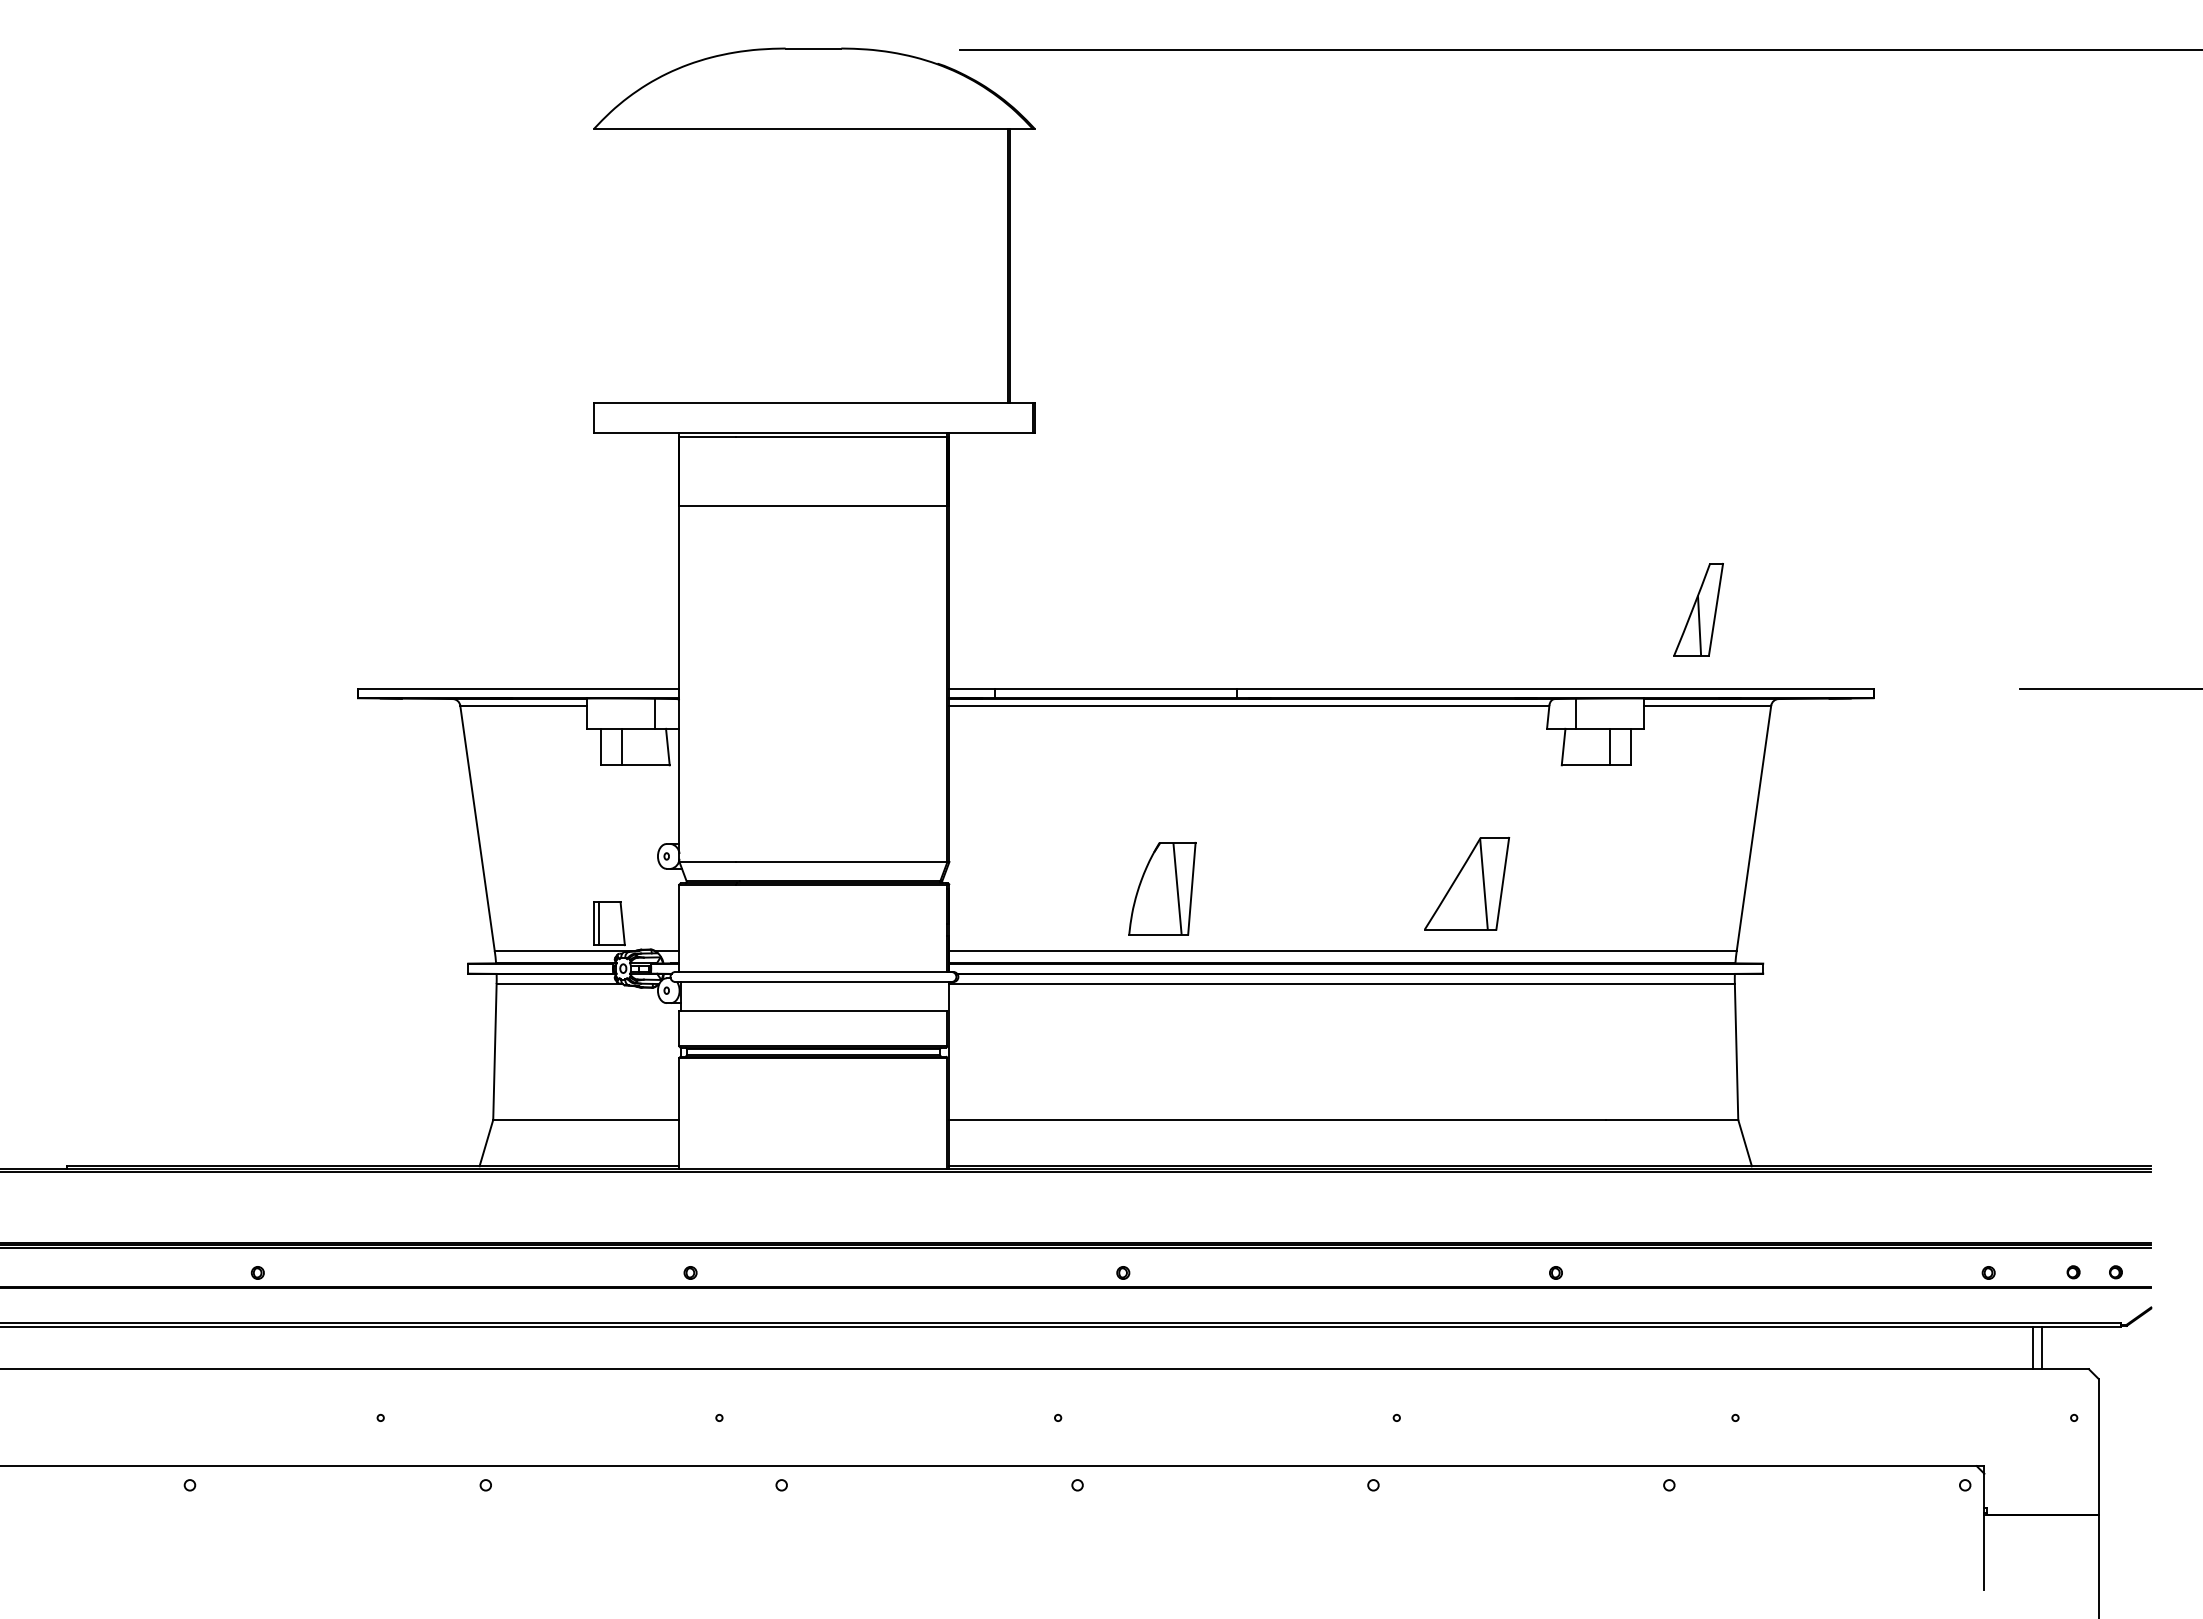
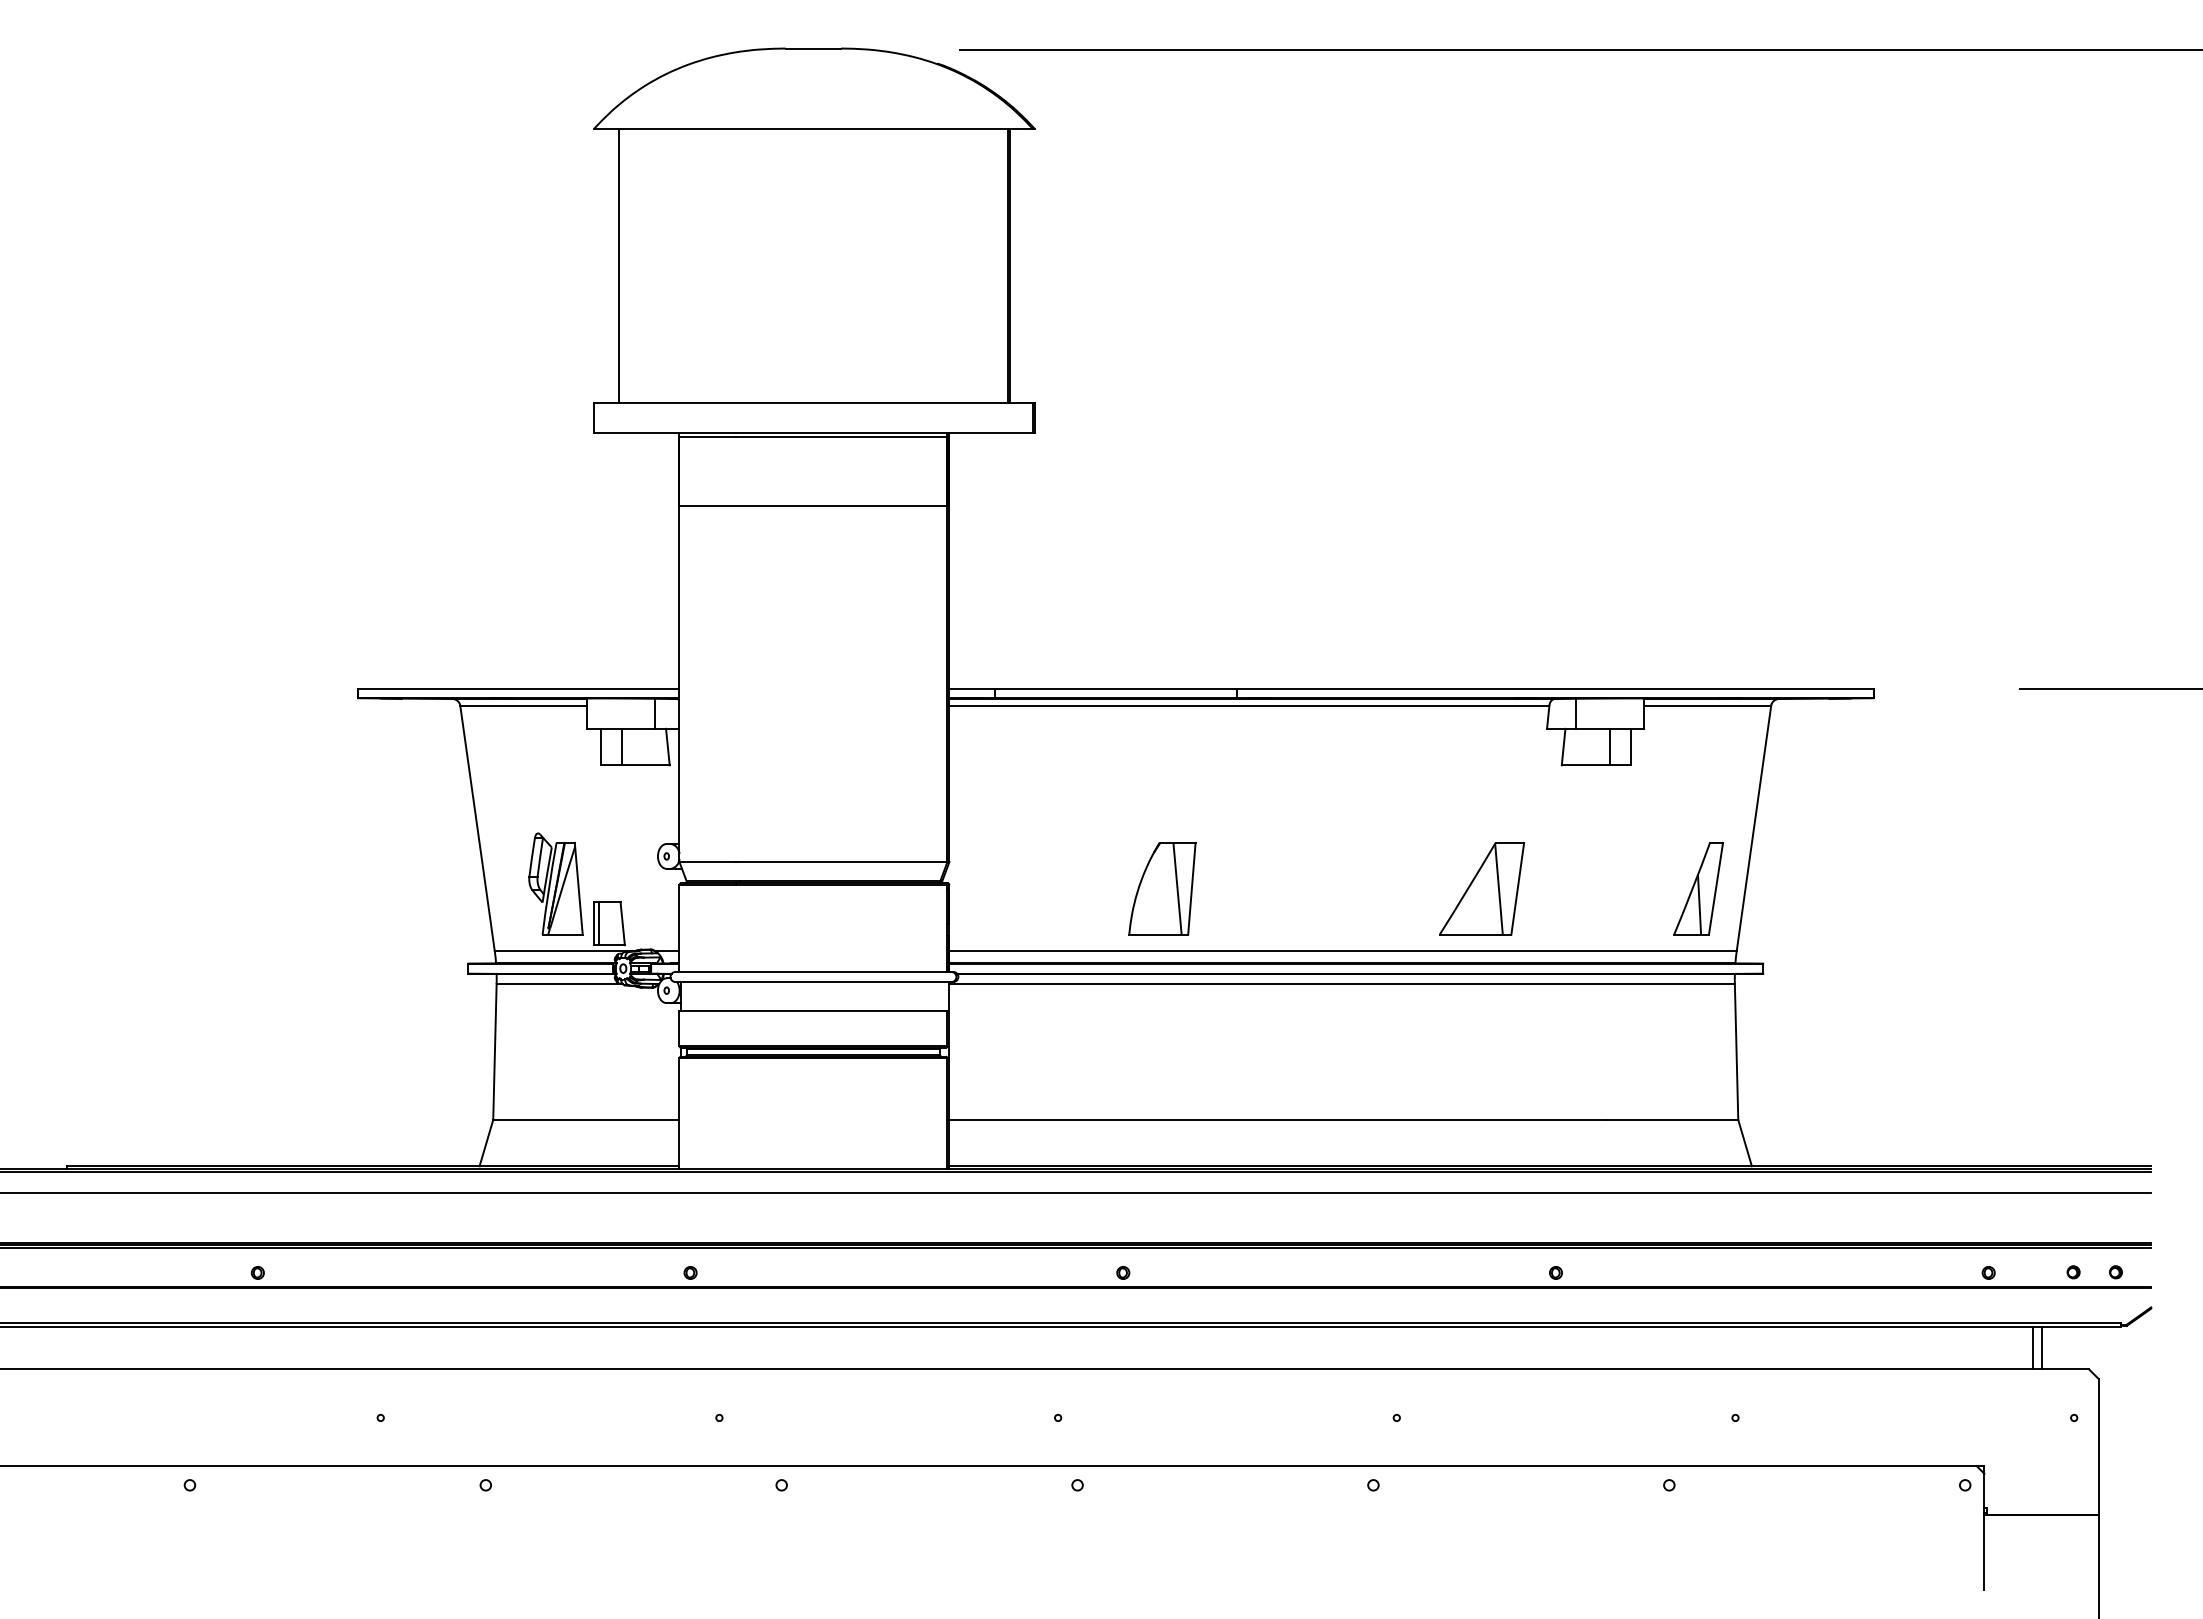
line at (618, 265): none -> present
part at (1698, 609) position: (1698, 609) -> (1698, 888)
part at (555, 883): none -> present
part at (1467, 883) position: (1467, 883) -> (1482, 888)
line at (1076, 1193): none -> present
